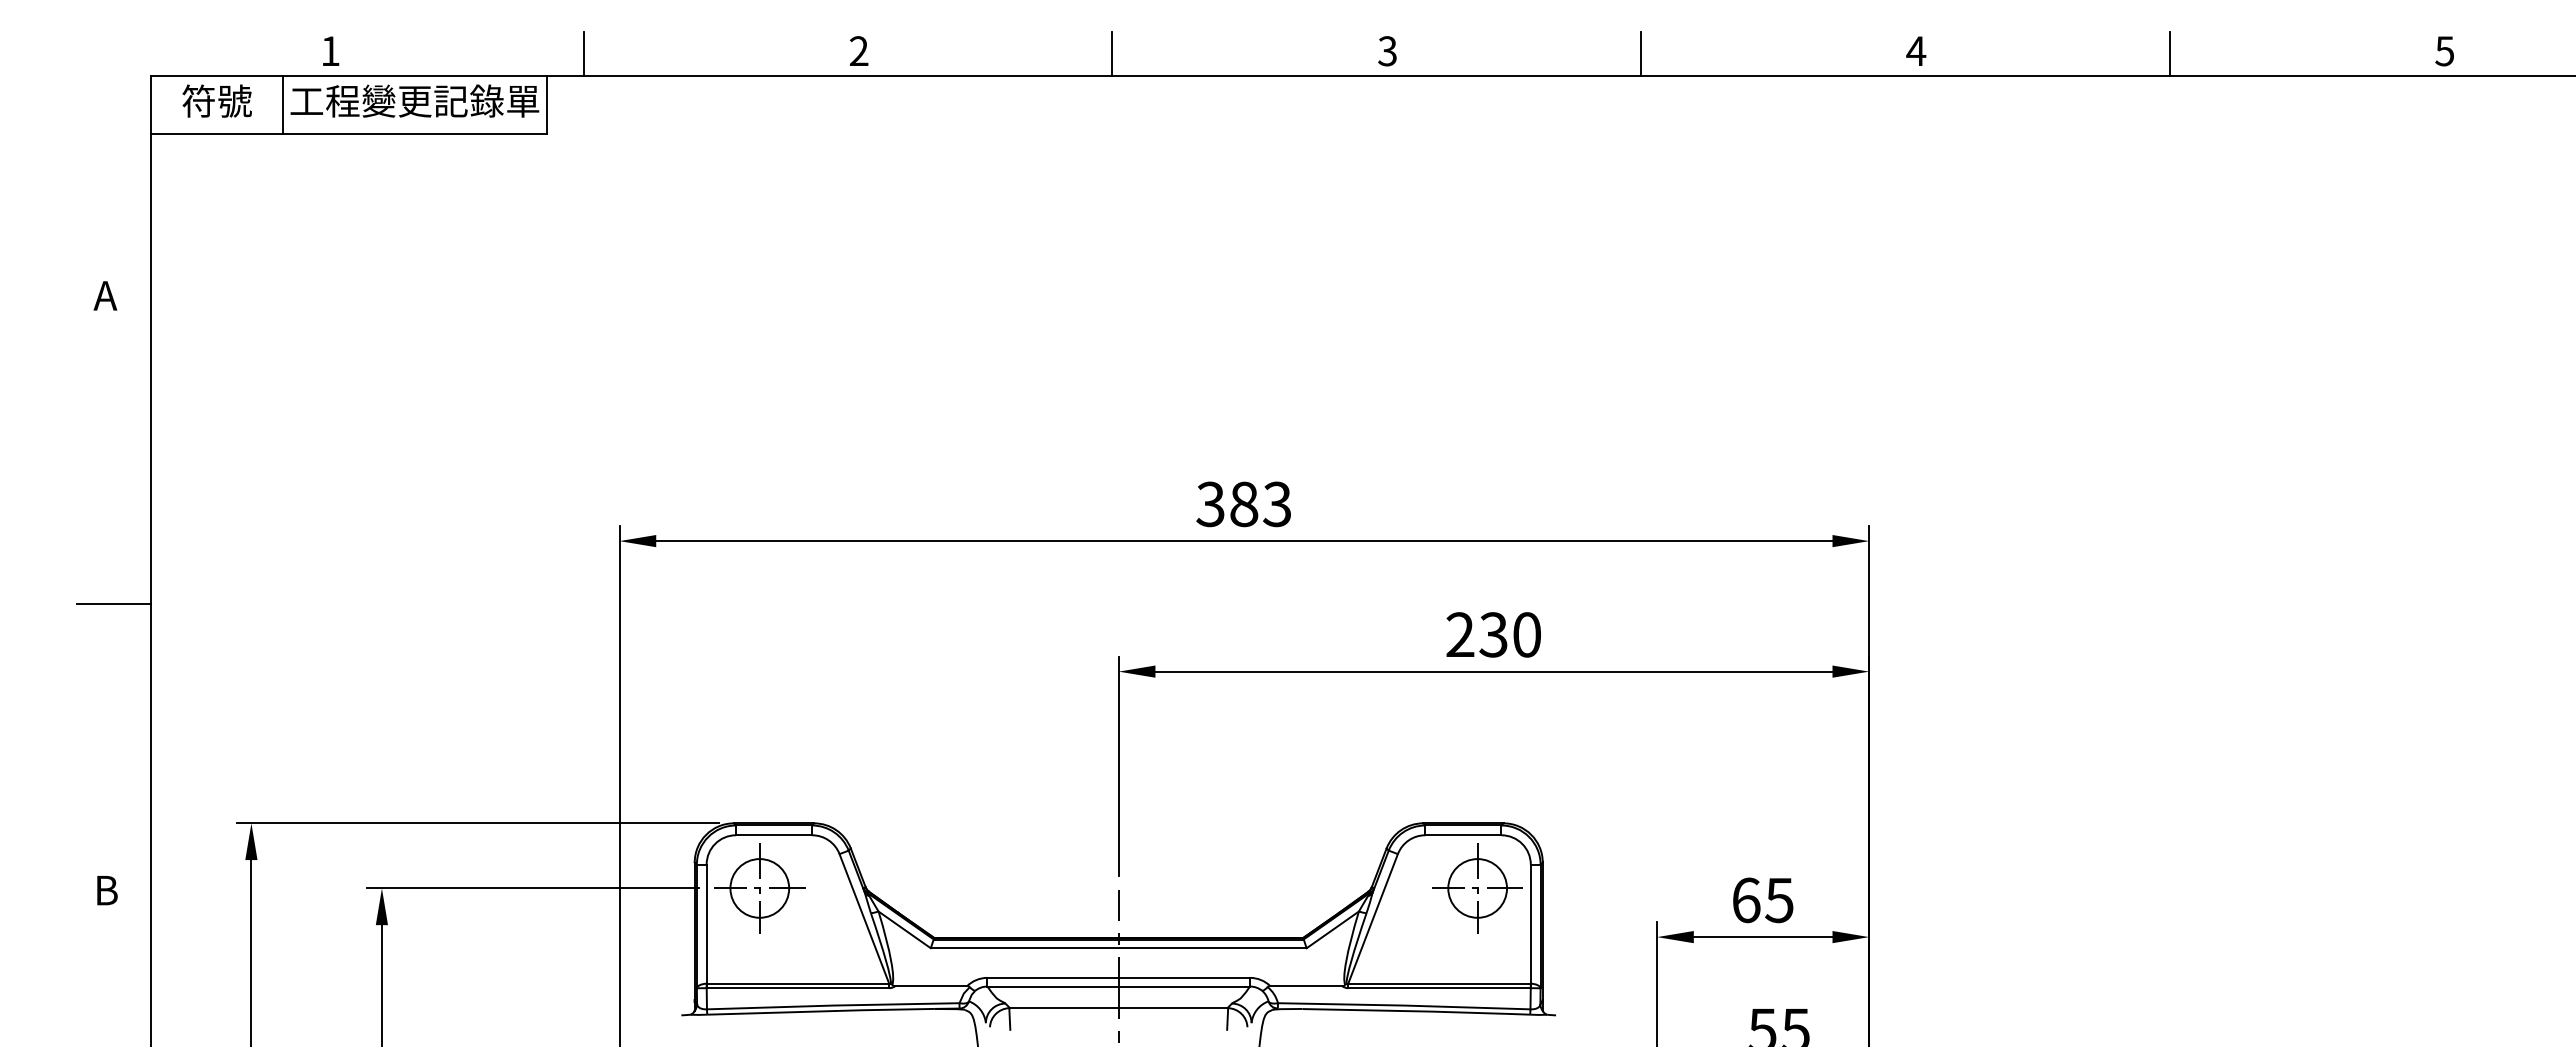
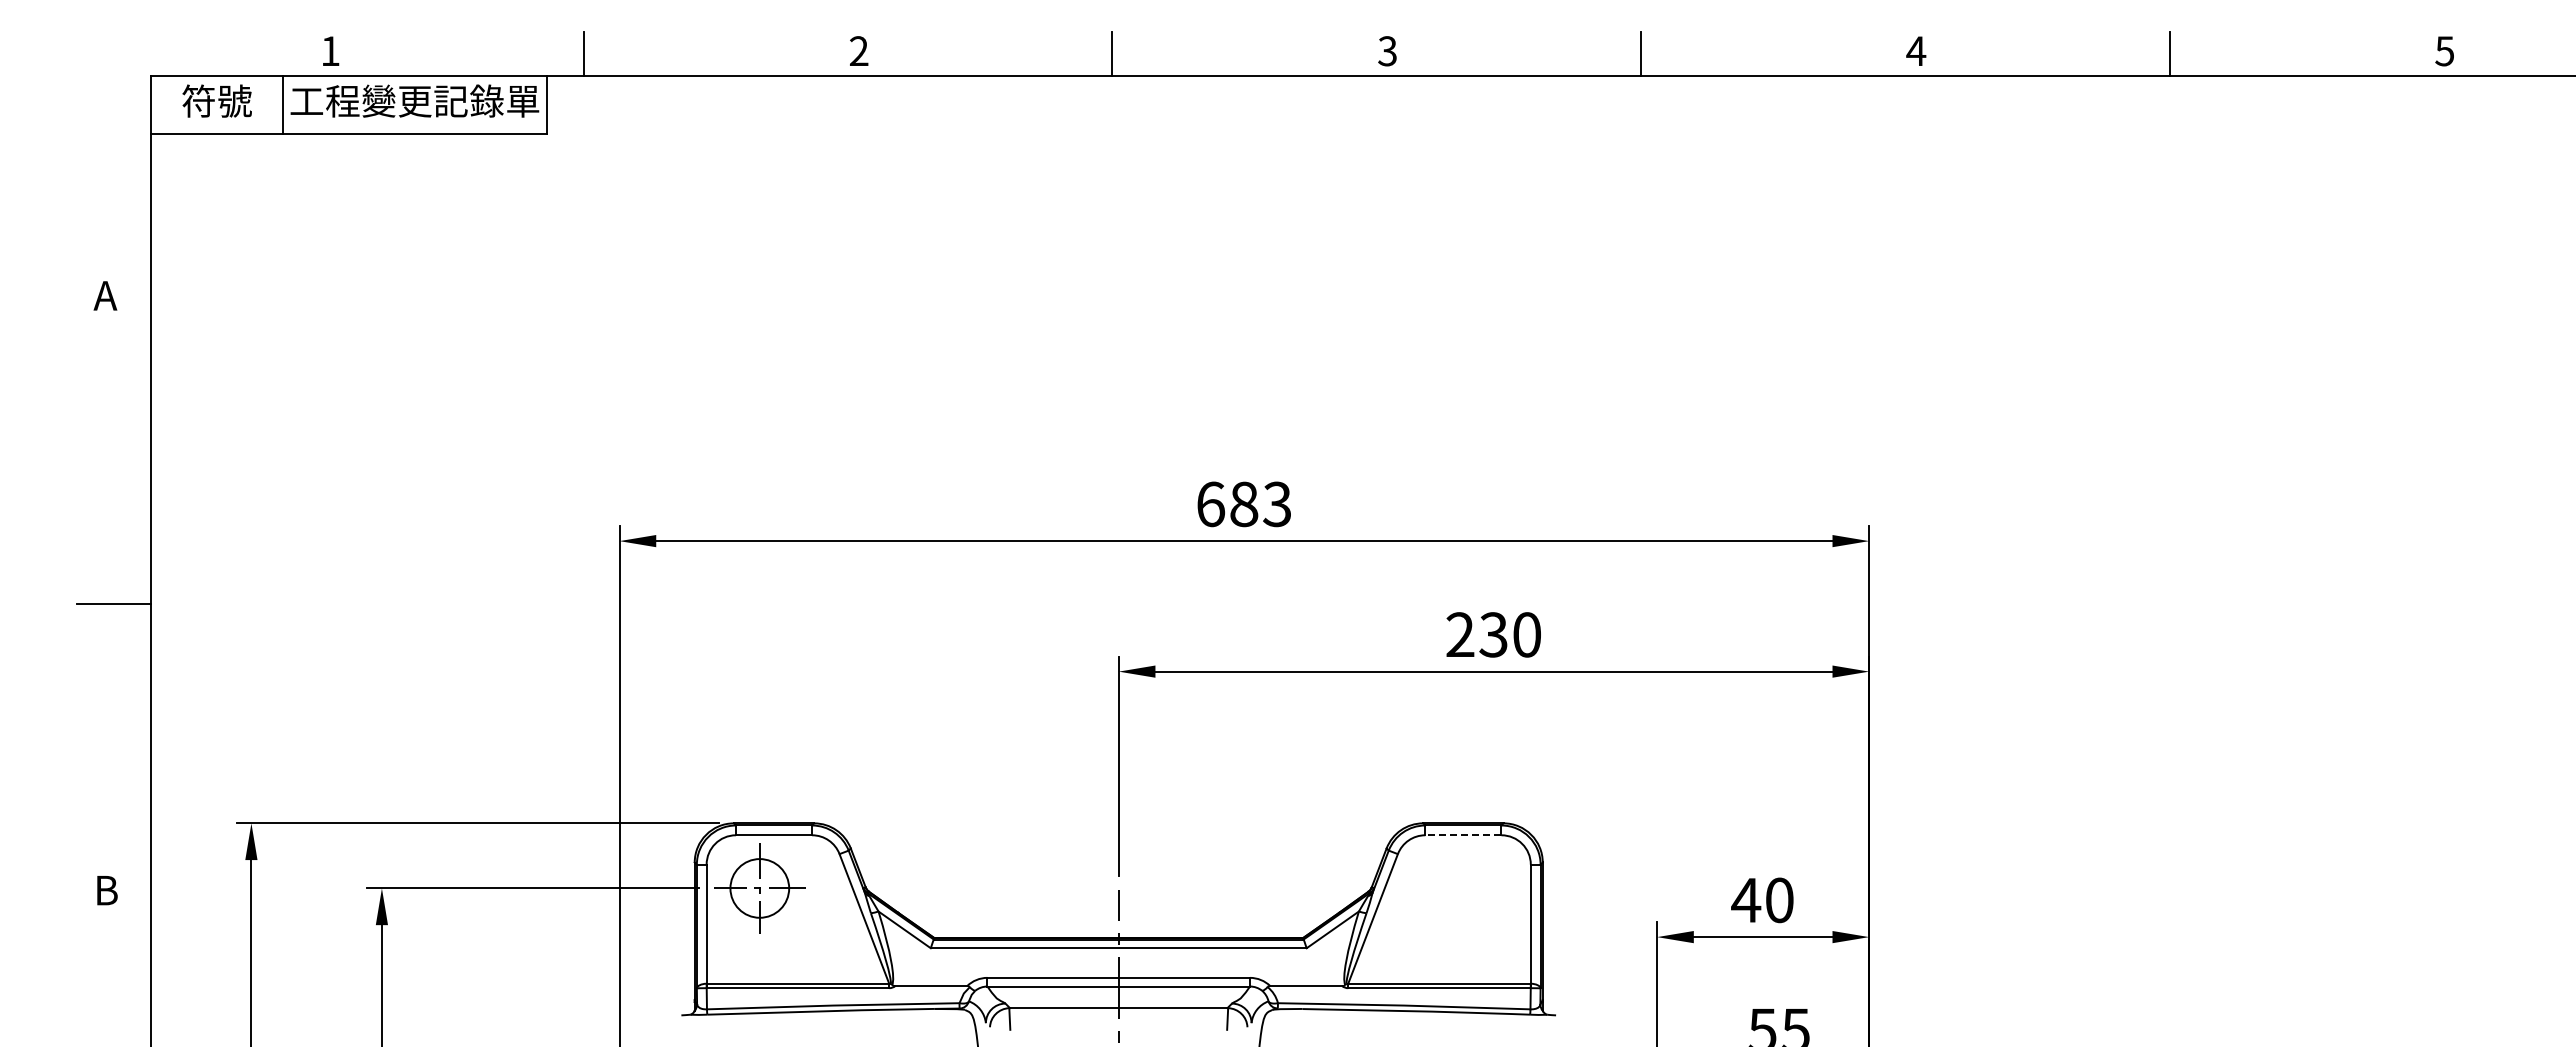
text at (1210, 504): 383 -> 683
line at (1462, 835): solid -> dashed
part at (1477, 888): present -> none
text at (1762, 900): 65 -> 40
